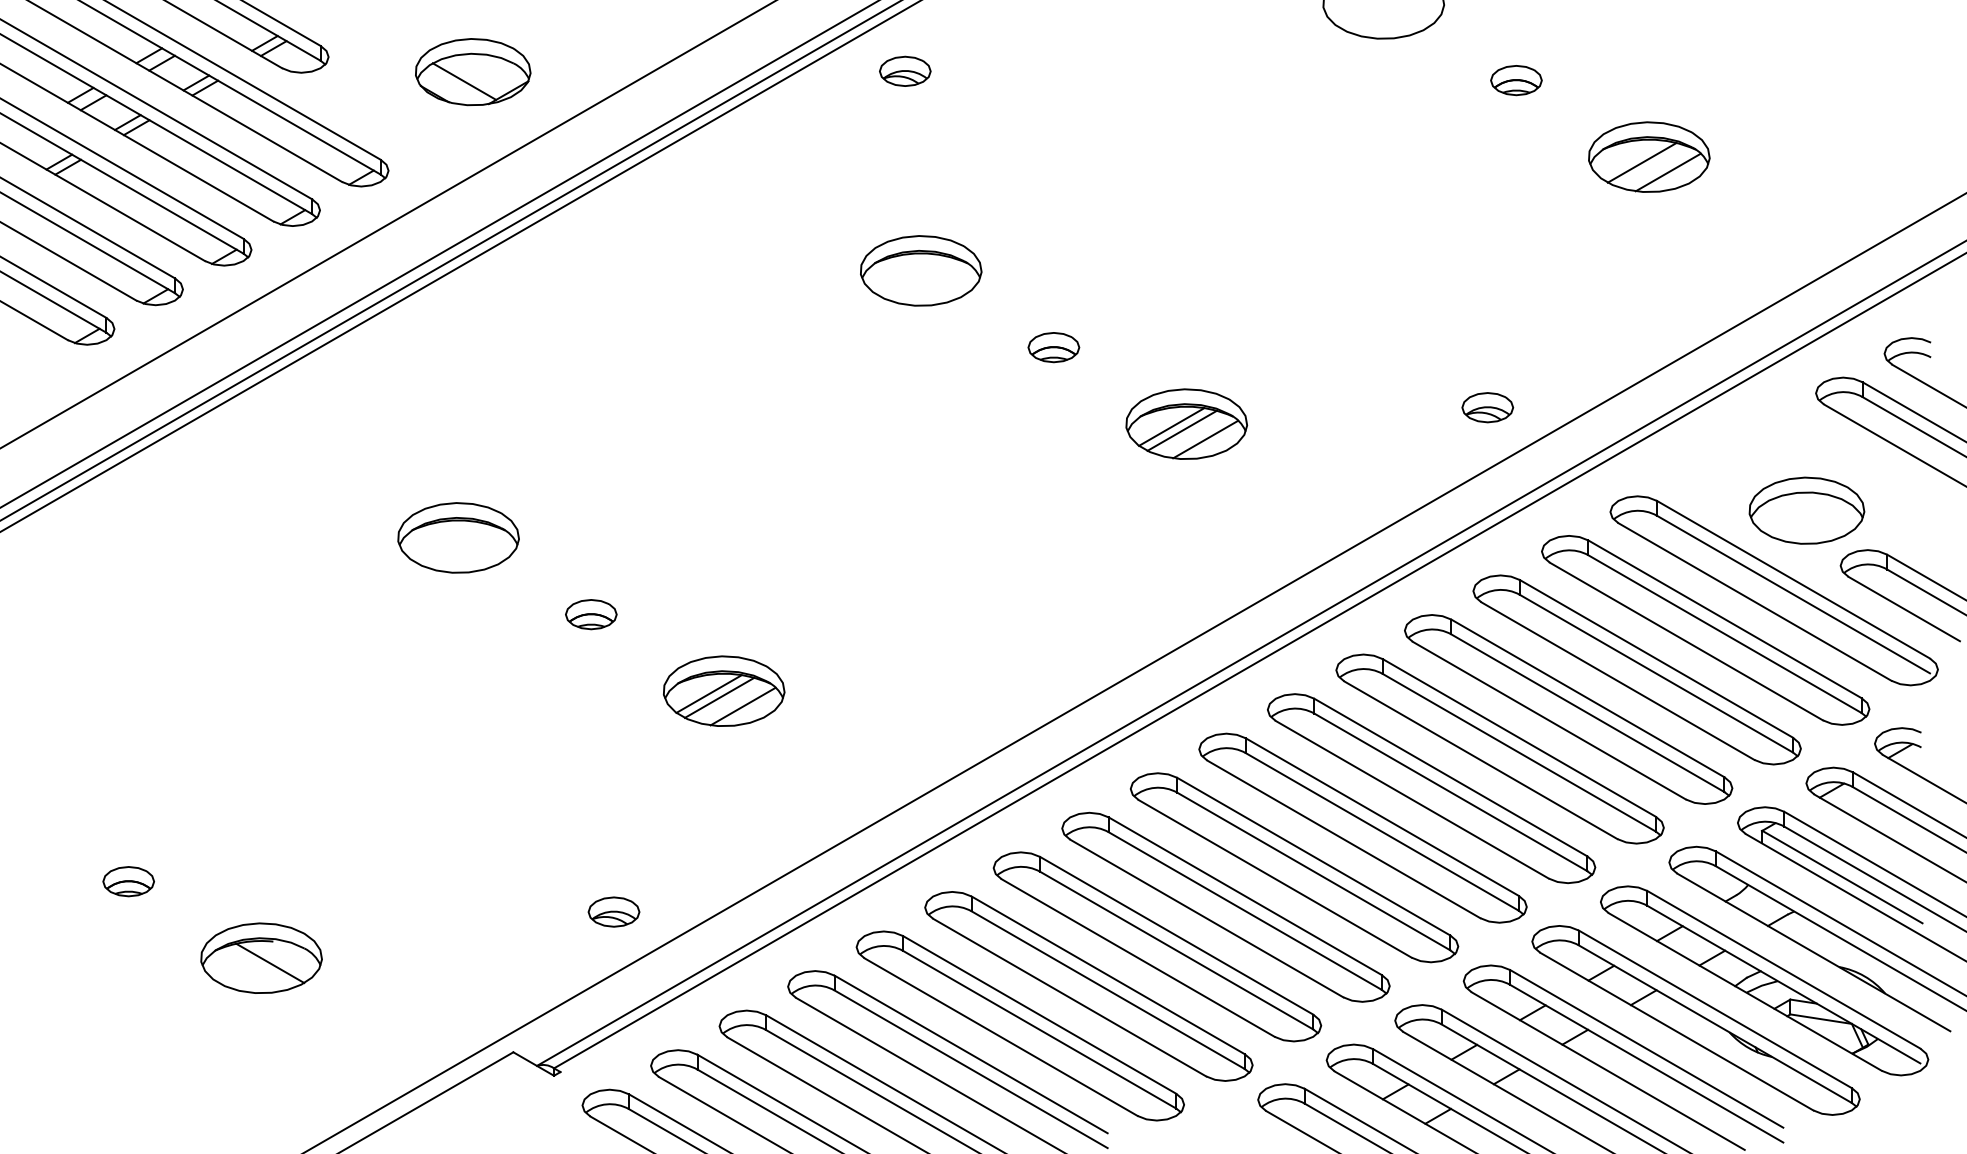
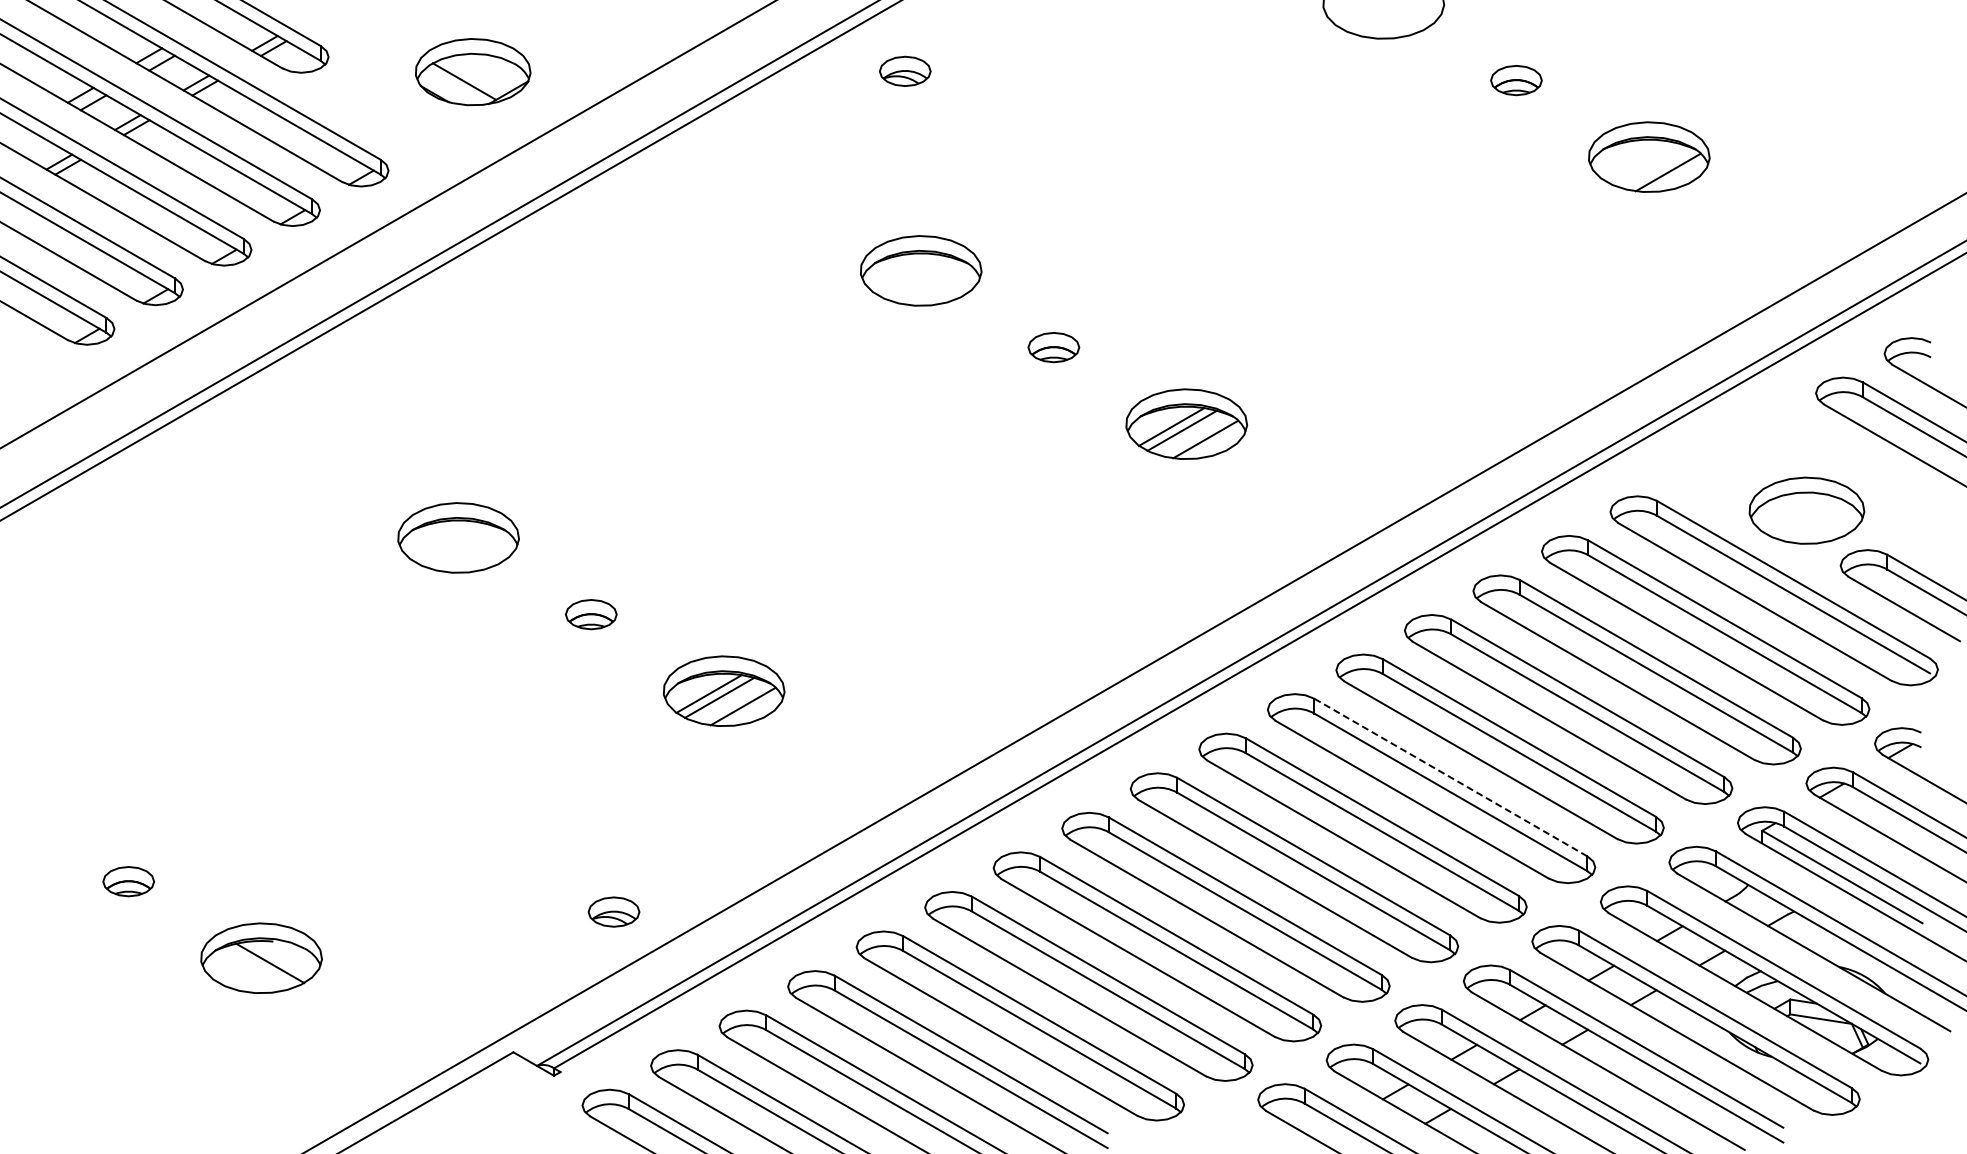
line at (1641, 162): present -> none
line at (460, 266): present -> none
part at (1487, 407): present -> none
line at (1450, 777): solid -> dashed
